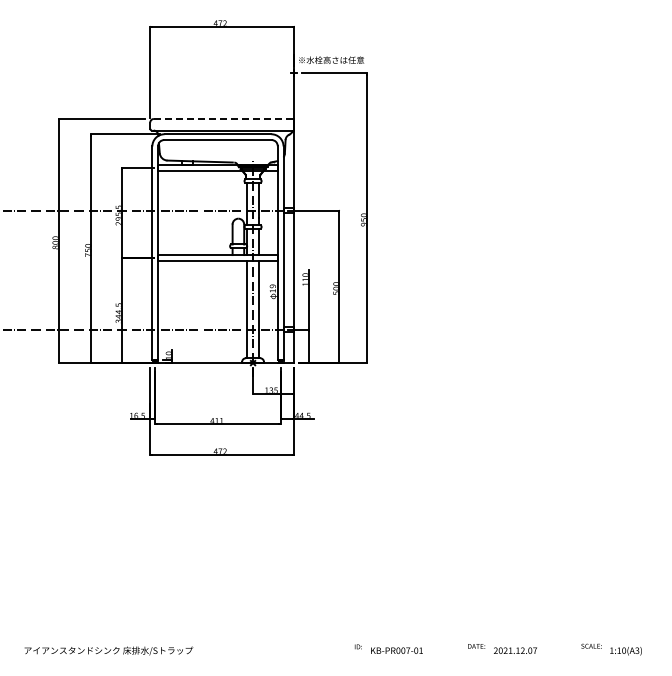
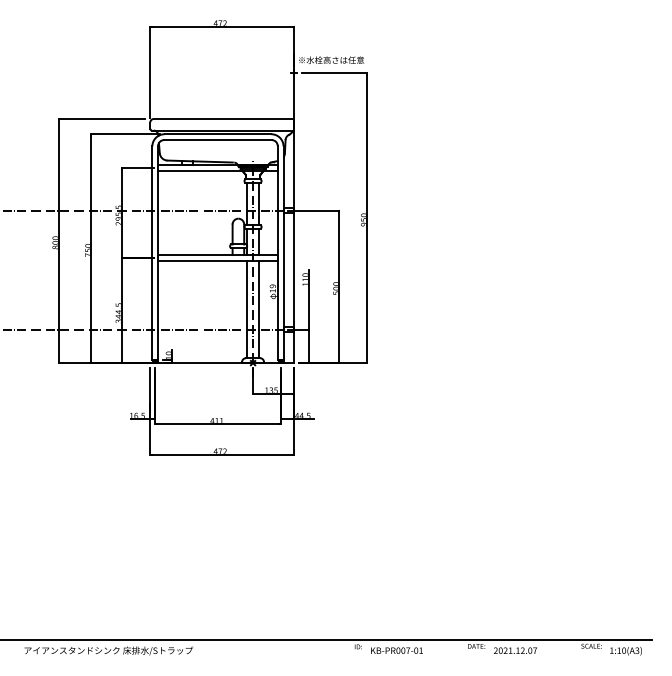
line at (224, 118): dashed -> solid
line at (326, 640): none -> present
